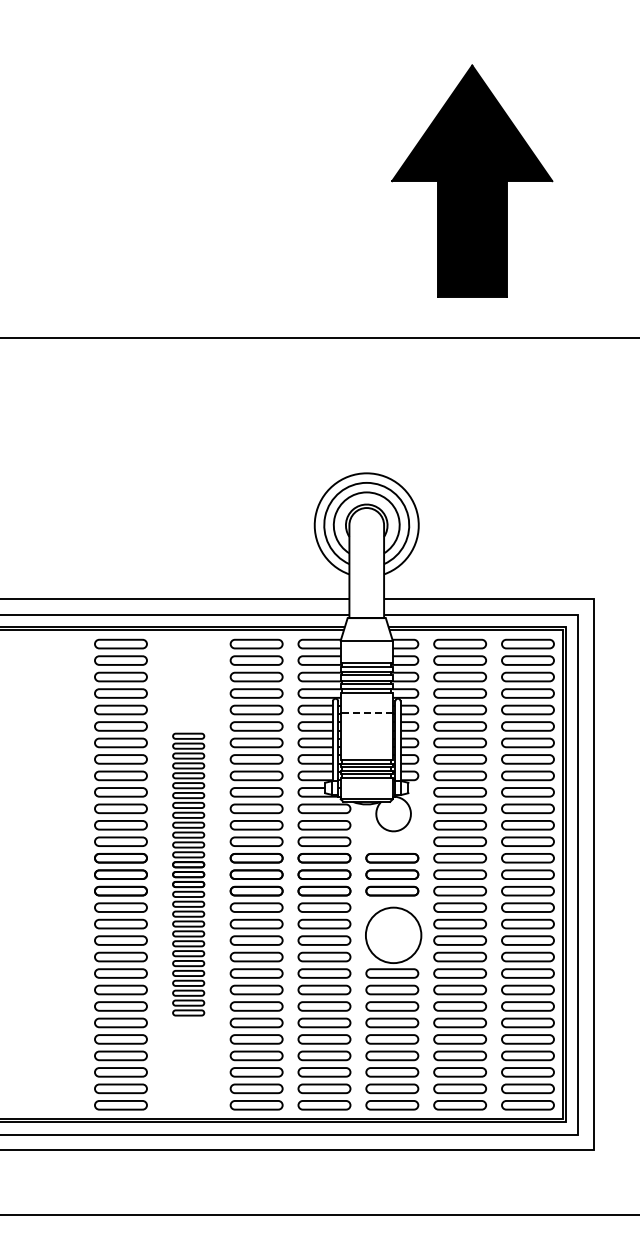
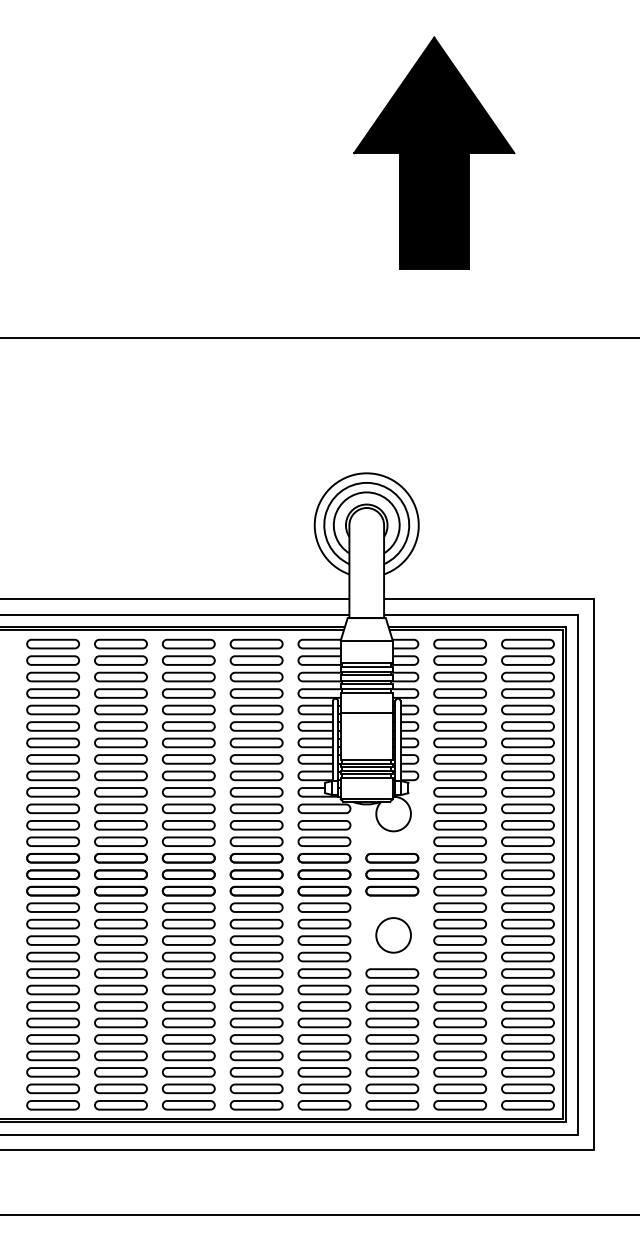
part at (472, 180) position: (472, 180) -> (434, 152)
line at (366, 713): dashed -> solid
part at (53, 874): none -> present
part at (188, 874) size: 34x285 px -> 55x473 px
circle at (393, 935) diameter: 55 px -> 35 px
